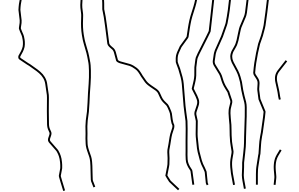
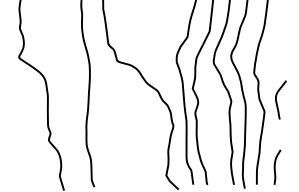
curve at (277, 81) position: (277, 81) -> (277, 101)
